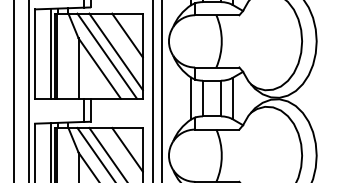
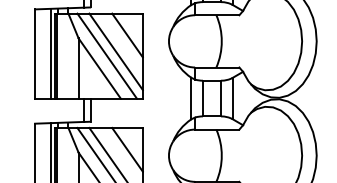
line at (14, 90): present -> none
line at (29, 90): present -> none
line at (152, 90): present -> none
line at (162, 90): present -> none
